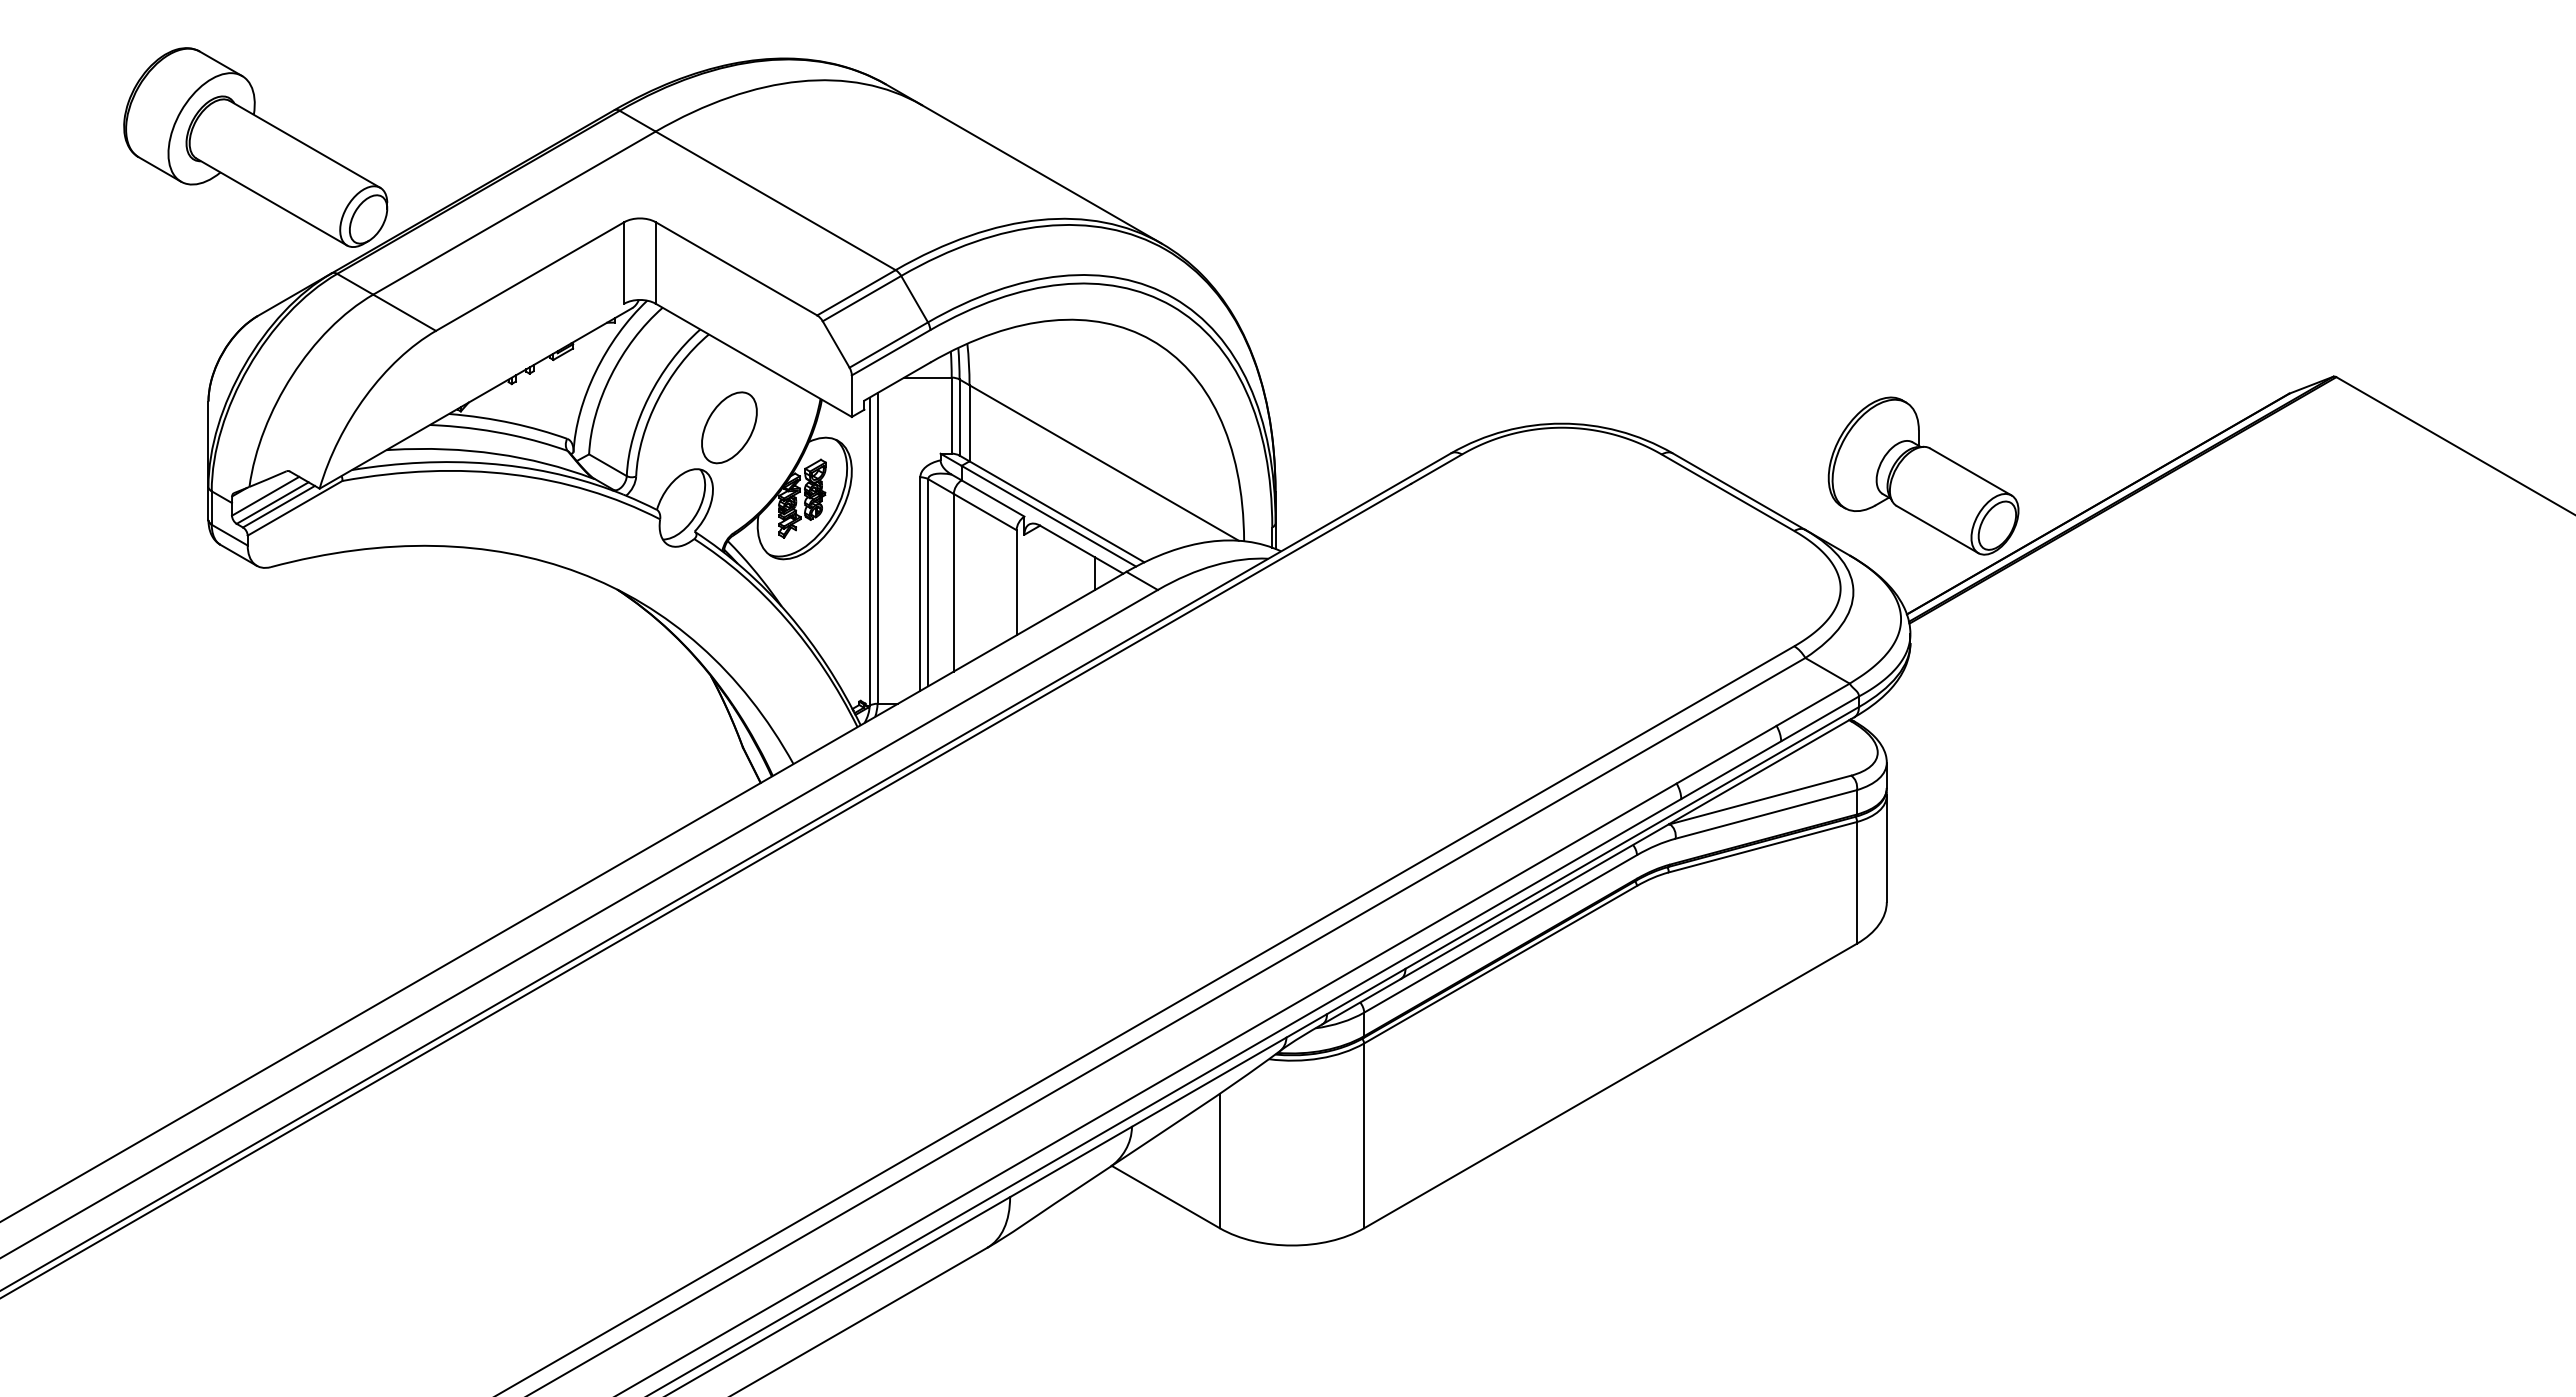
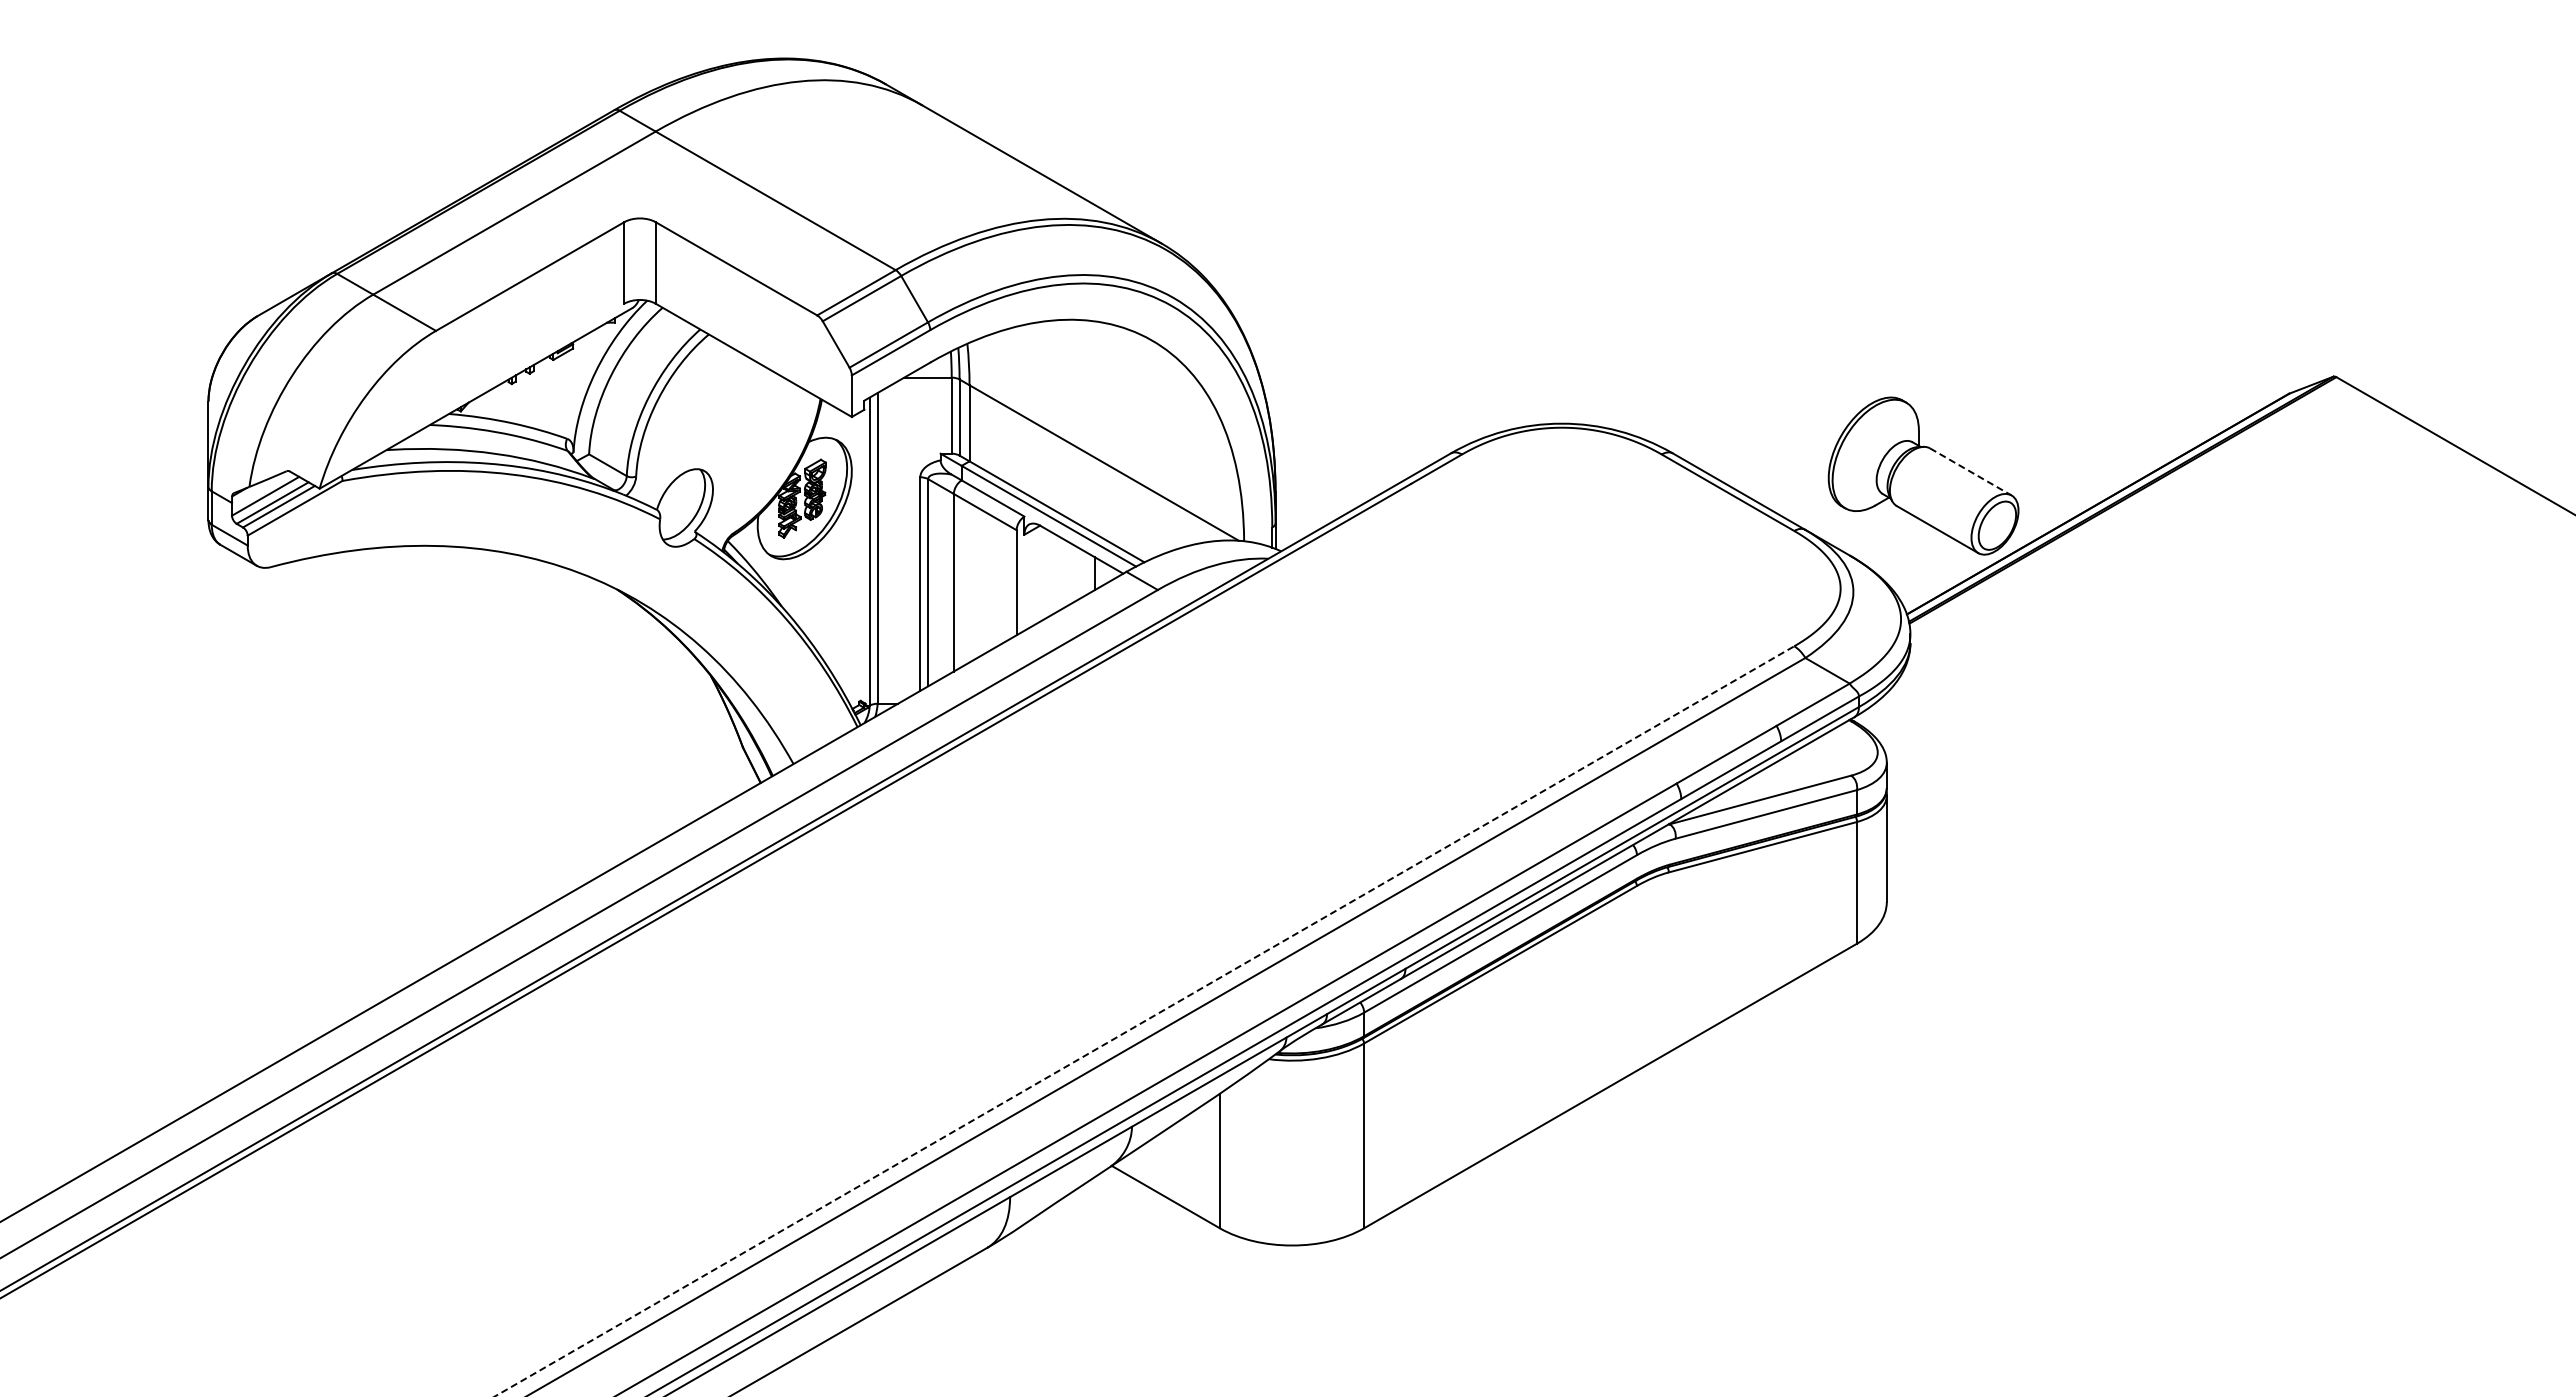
part at (255, 147): present -> none
part at (729, 427): present -> none
line at (1971, 472): solid -> dashed
line at (1144, 1021): solid -> dashed
